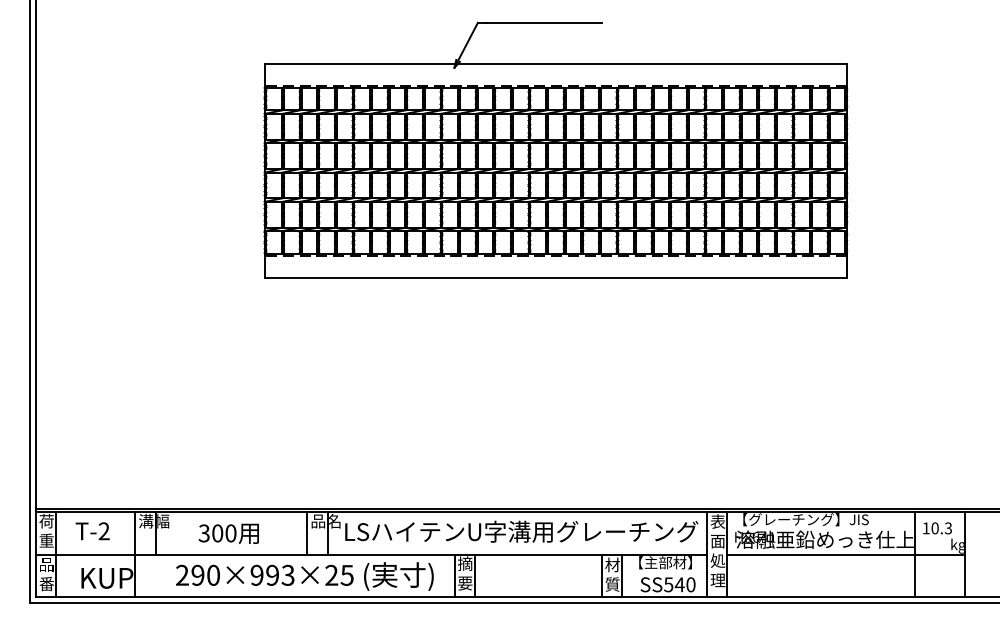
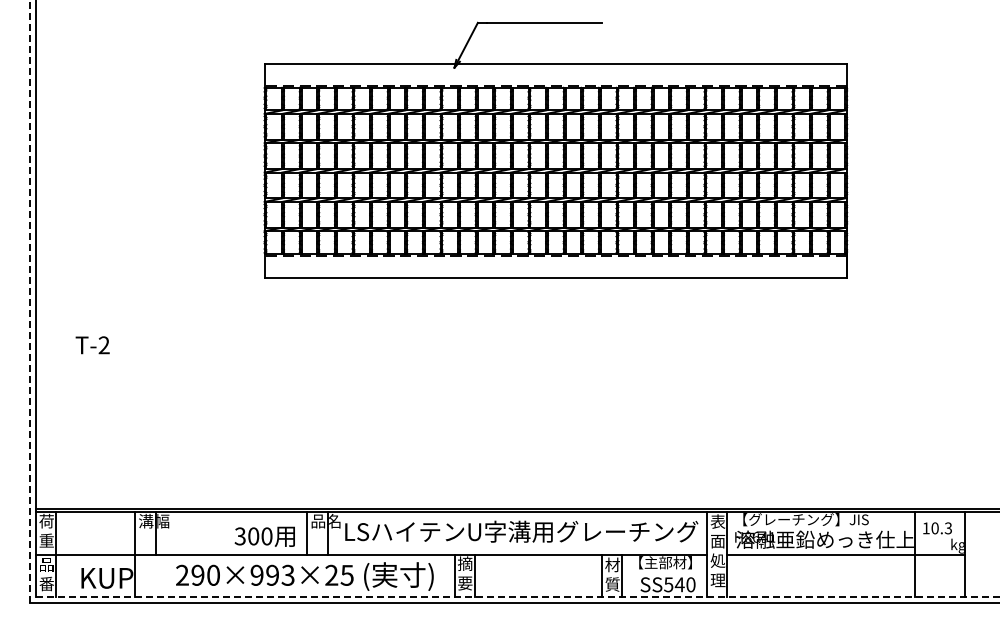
line at (29, 301): solid -> dashed
text at (92, 531) position: (92, 531) -> (92, 345)
text at (228, 533) position: (228, 533) -> (264, 536)
line at (517, 597): solid -> dashed
